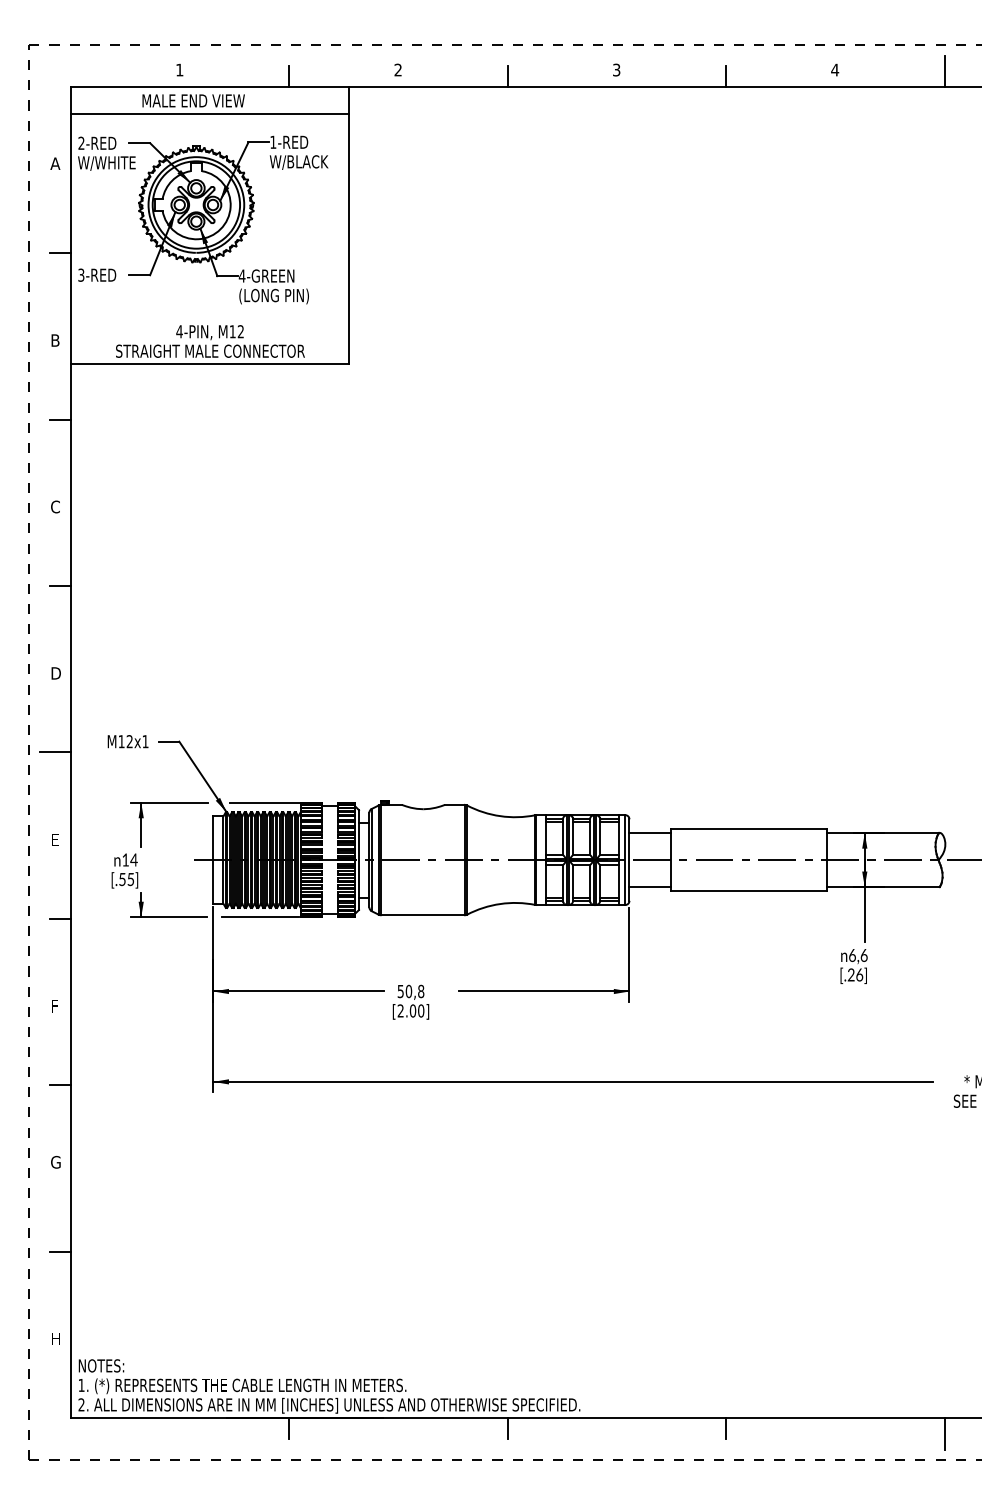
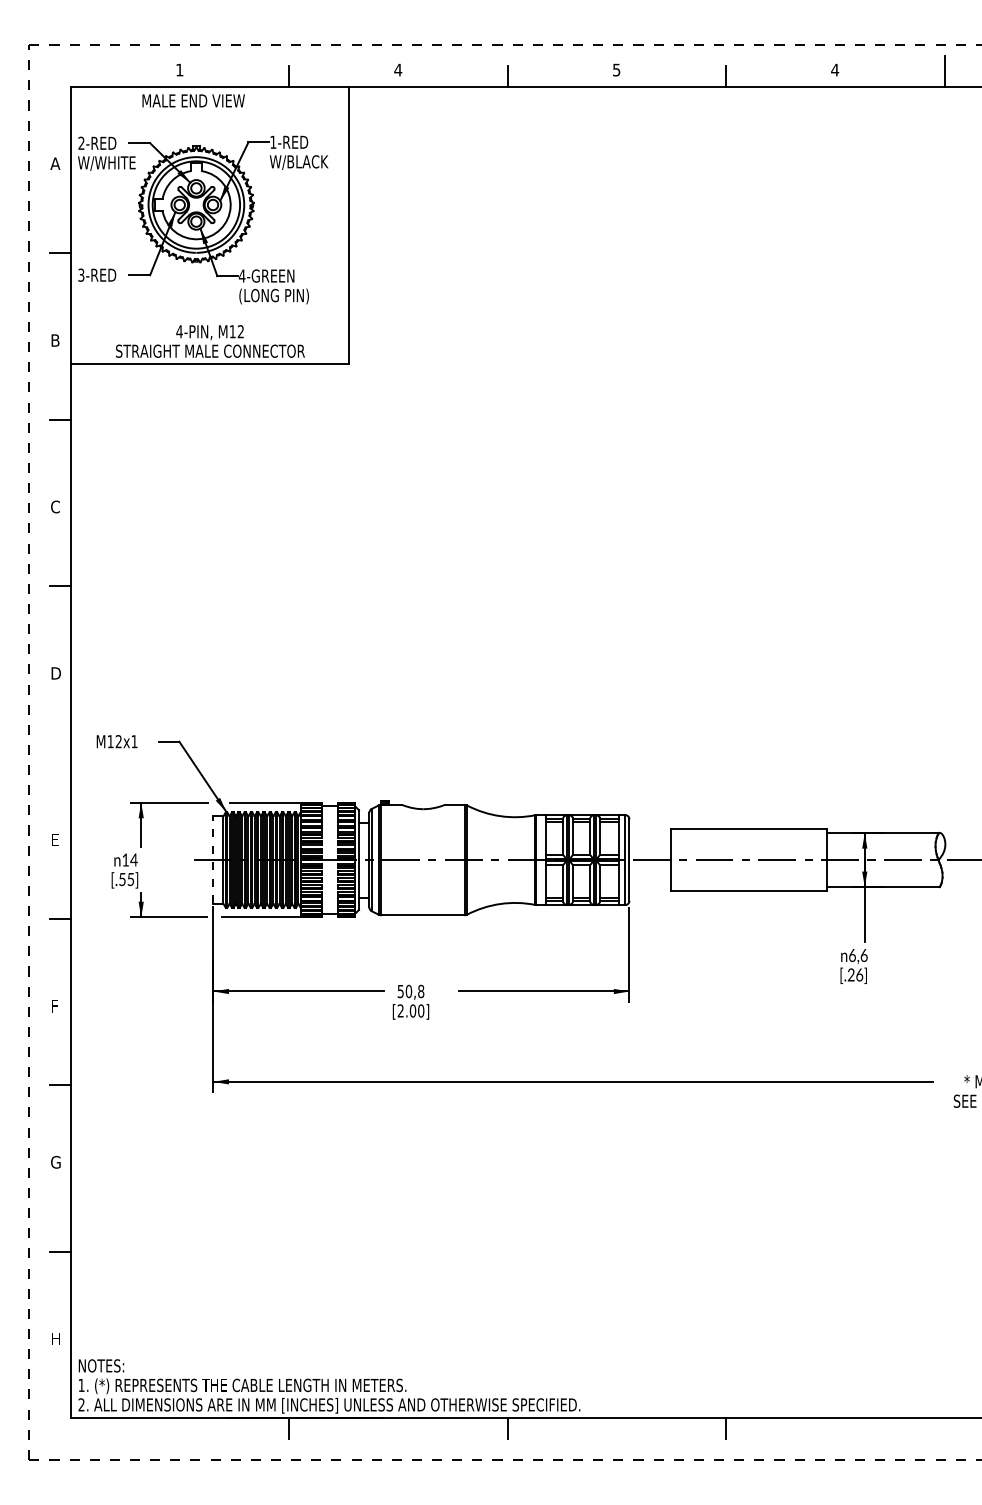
text at (398, 69): 2 -> 4
text at (616, 69): 3 -> 5
line at (209, 114): present -> none
text at (127, 741) position: (127, 741) -> (116, 741)
line at (54, 752): present -> none
line at (650, 833): present -> none
line at (213, 860): solid -> dashed
line at (650, 887): present -> none
line at (944, 1433): present -> none
